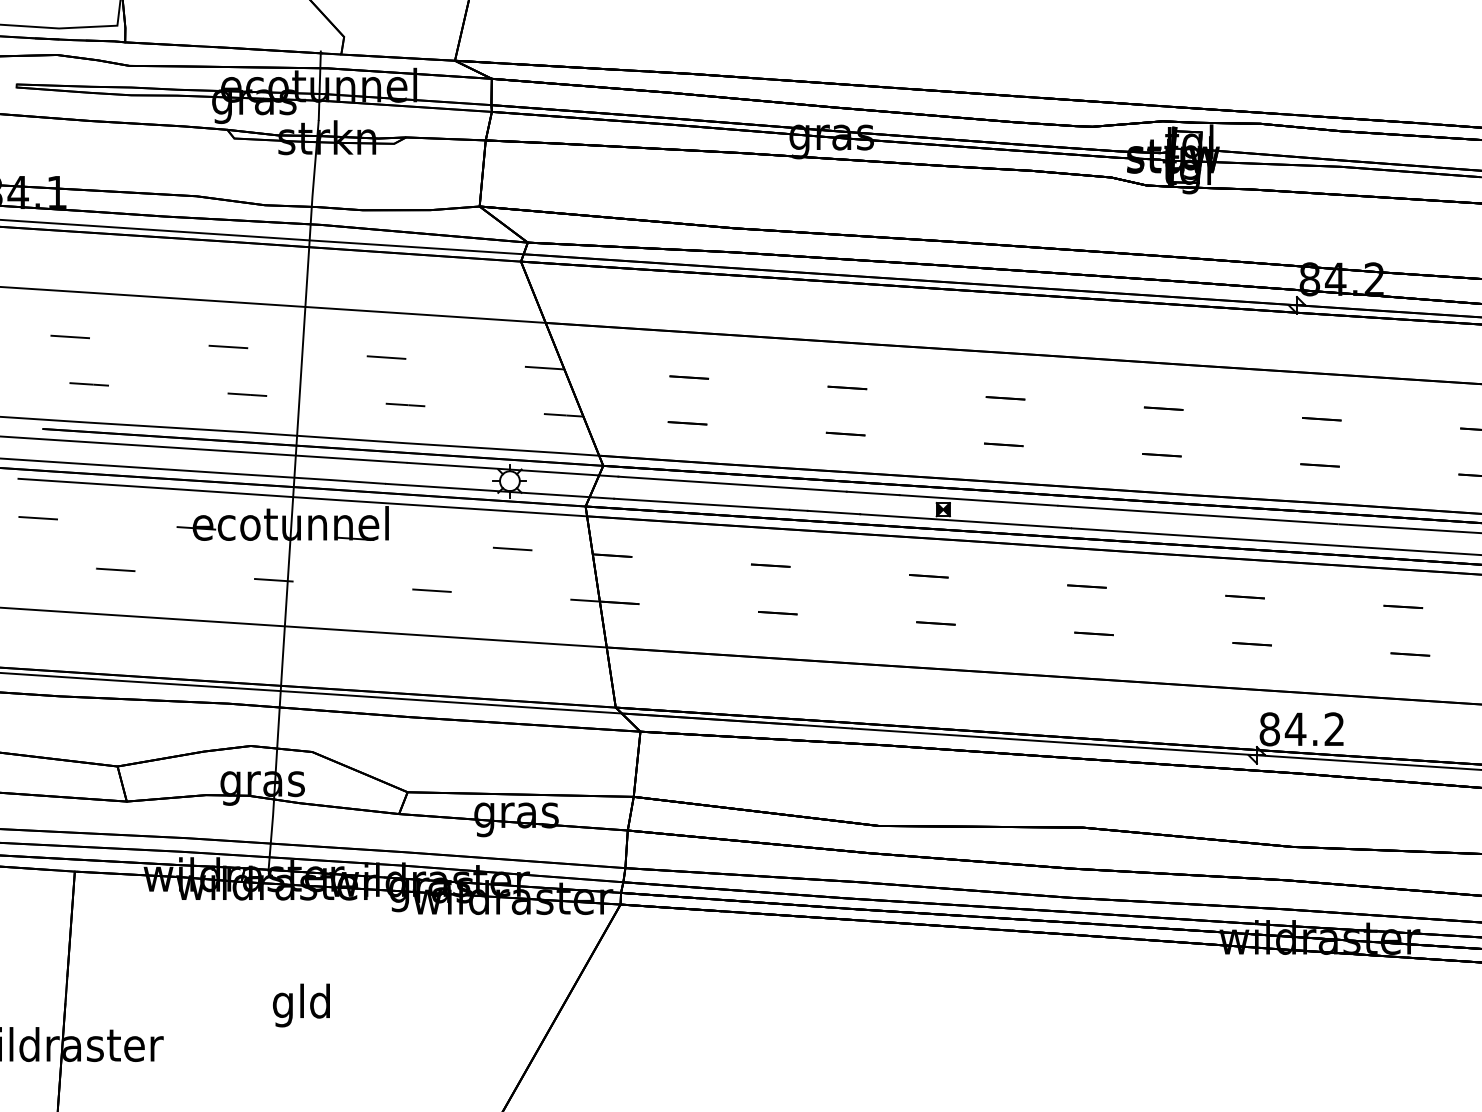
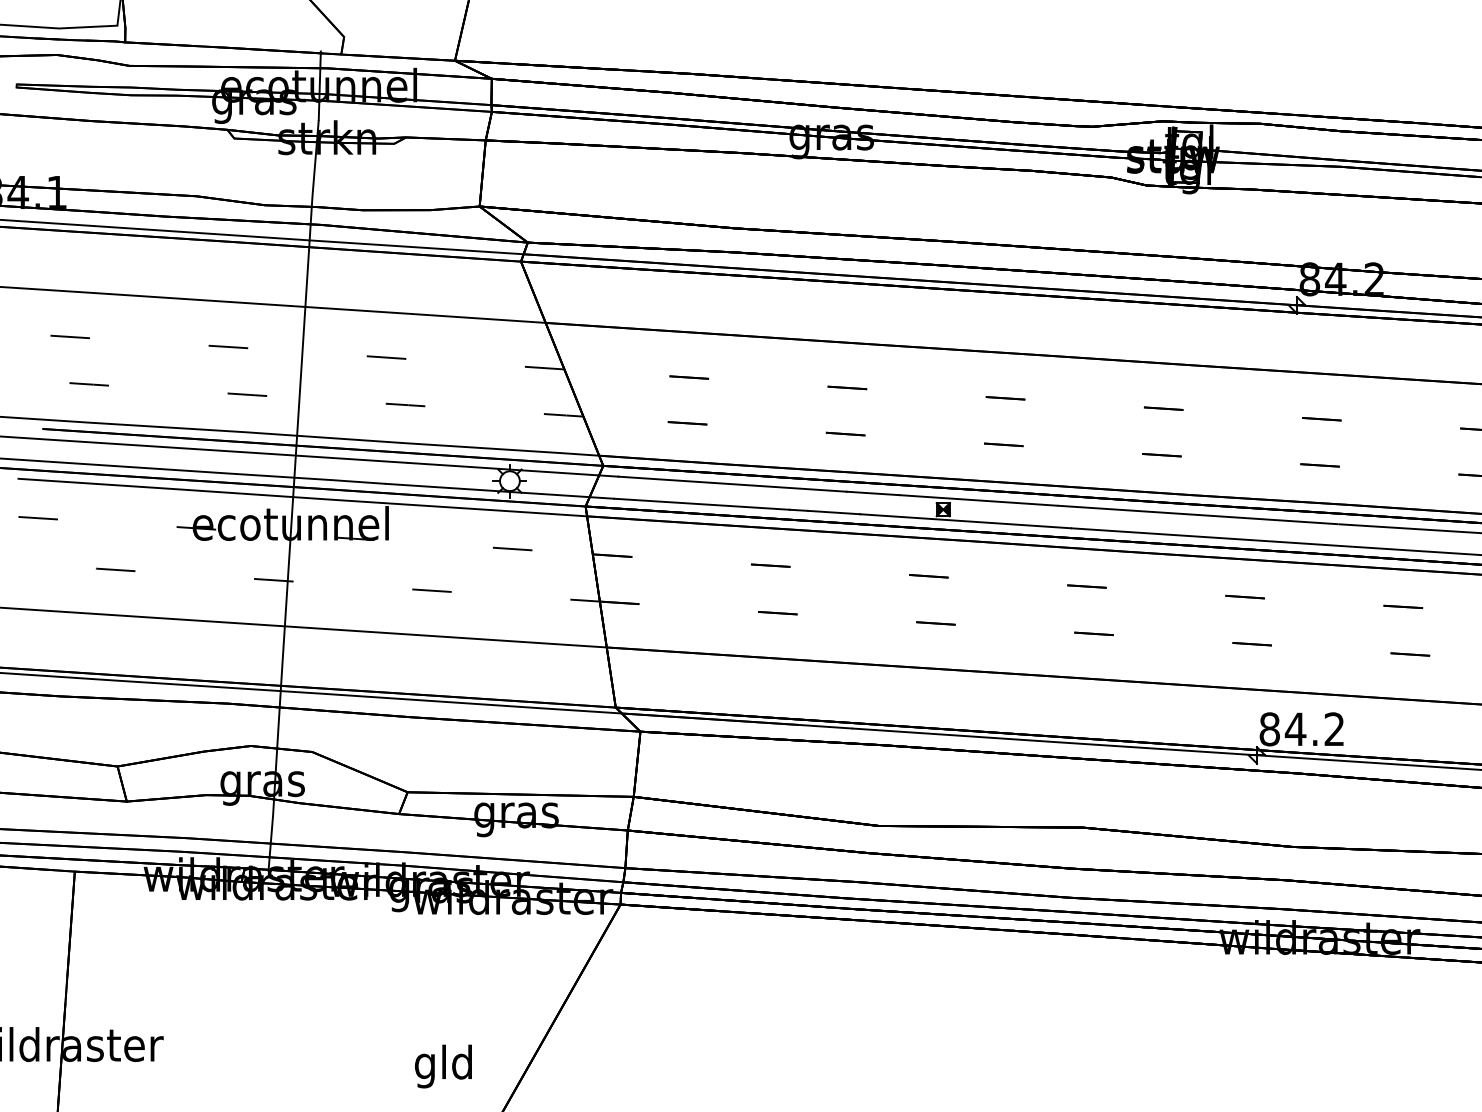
text at (301, 1005) position: (301, 1005) -> (443, 1066)
